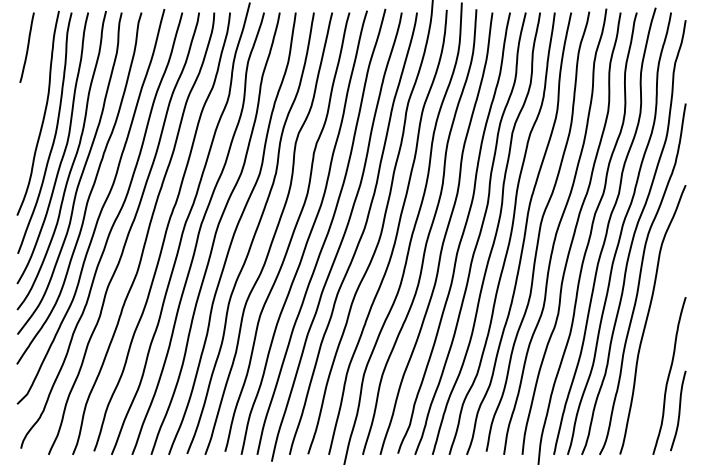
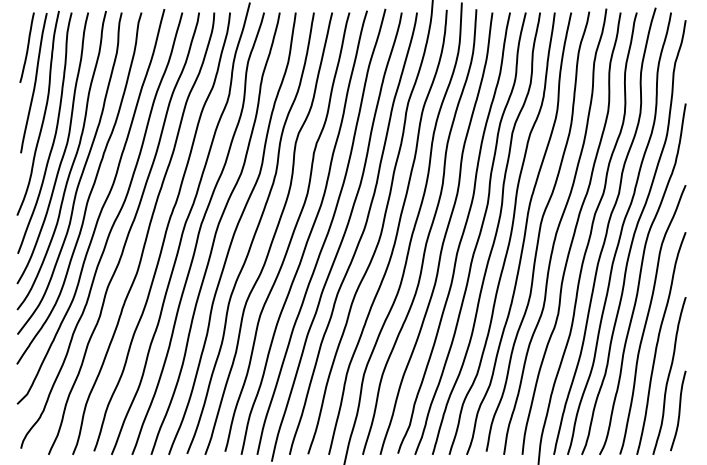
curve at (34, 83): none -> present
curve at (658, 343): none -> present
